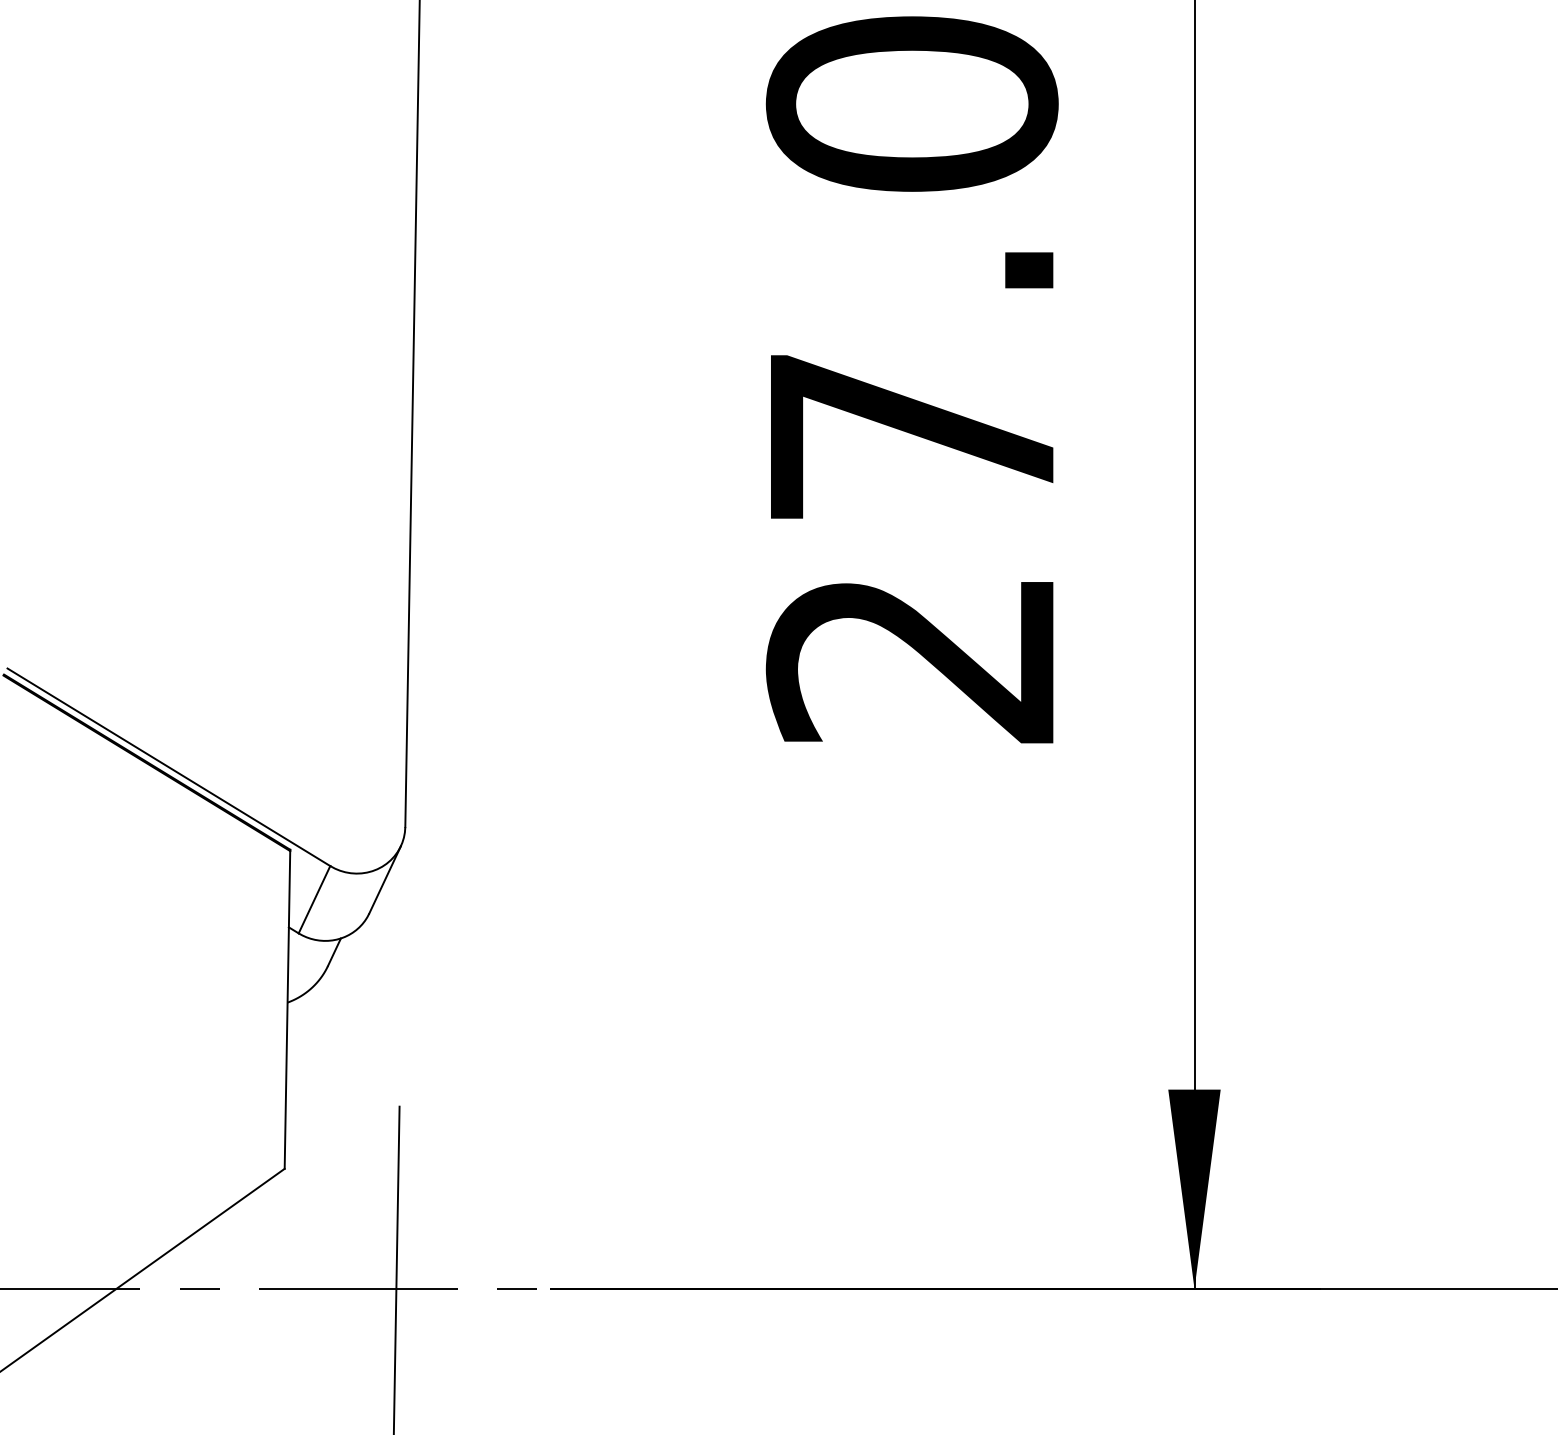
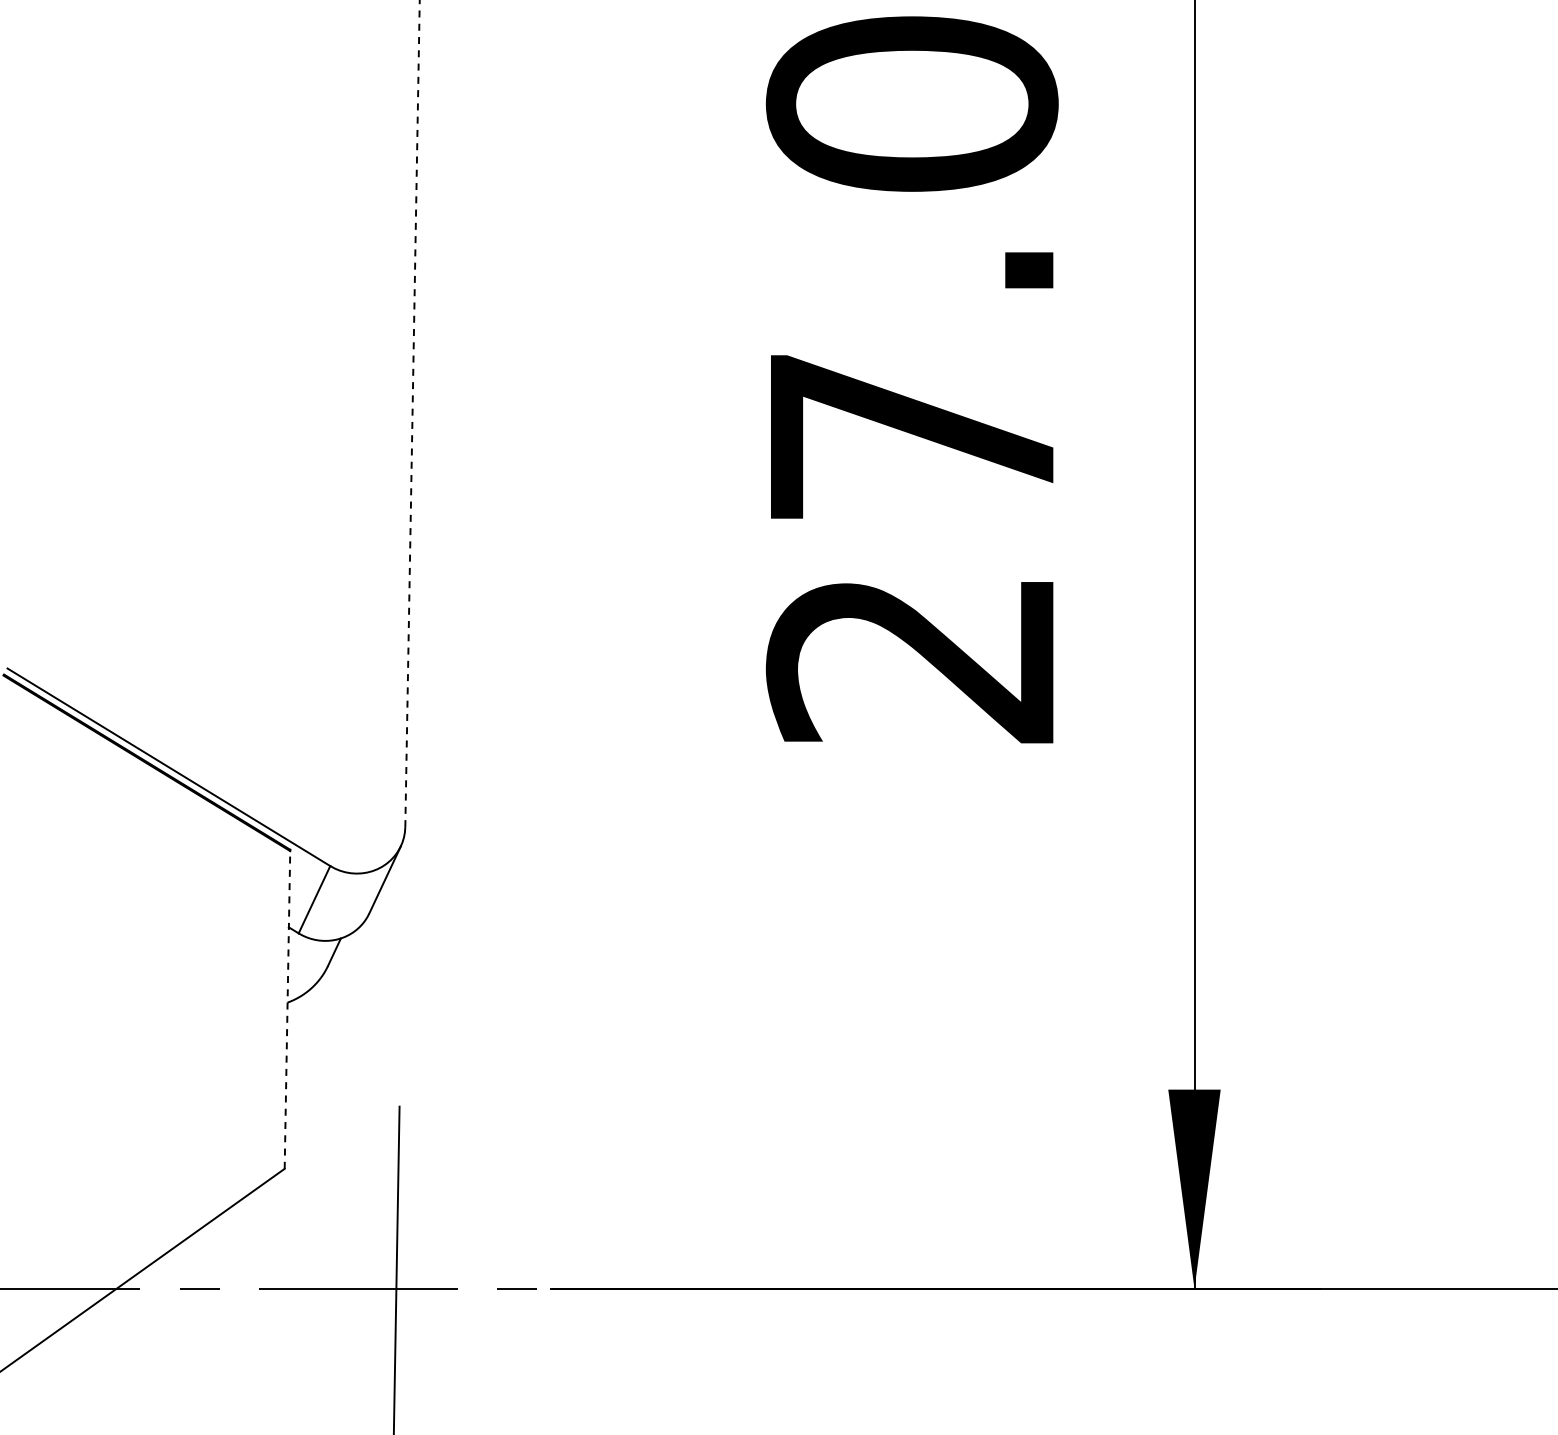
line at (412, 413): solid -> dashed
line at (287, 1009): solid -> dashed
